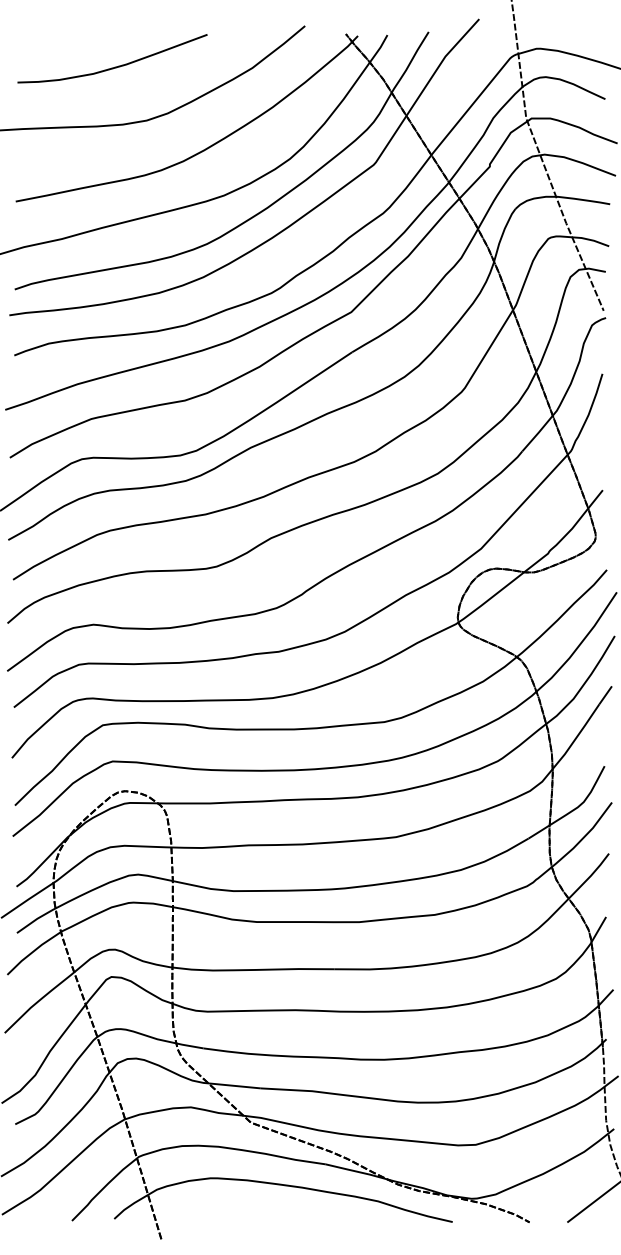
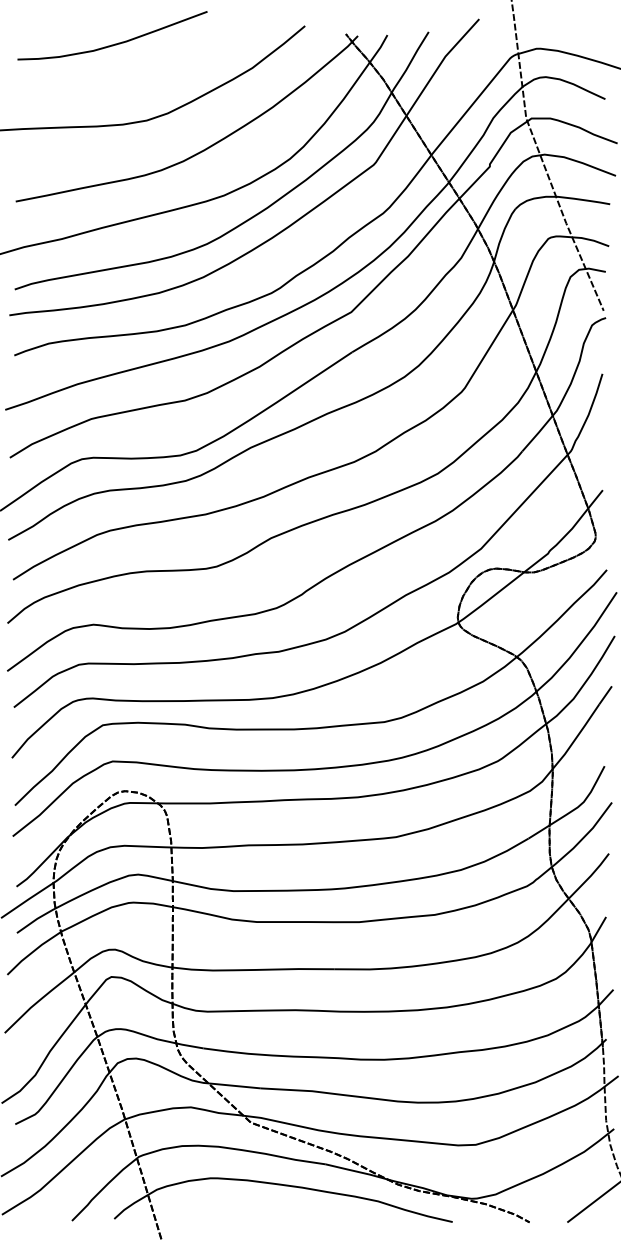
curve at (115, 66) position: (115, 66) -> (115, 43)
